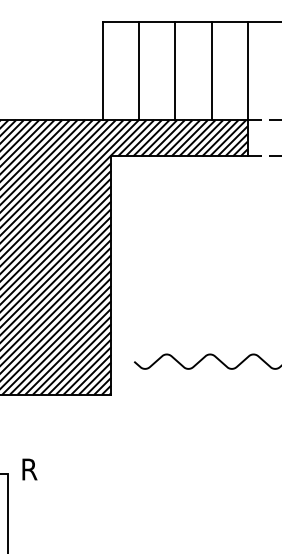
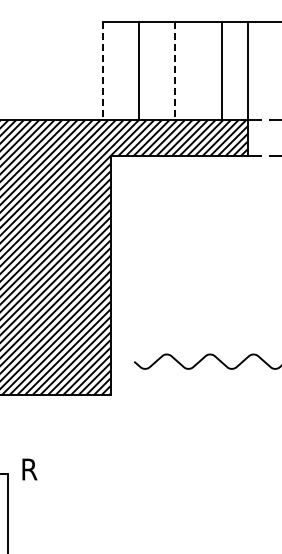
line at (211, 70) position: (211, 70) -> (221, 70)
line at (103, 71): solid -> dashed
line at (175, 71): solid -> dashed
